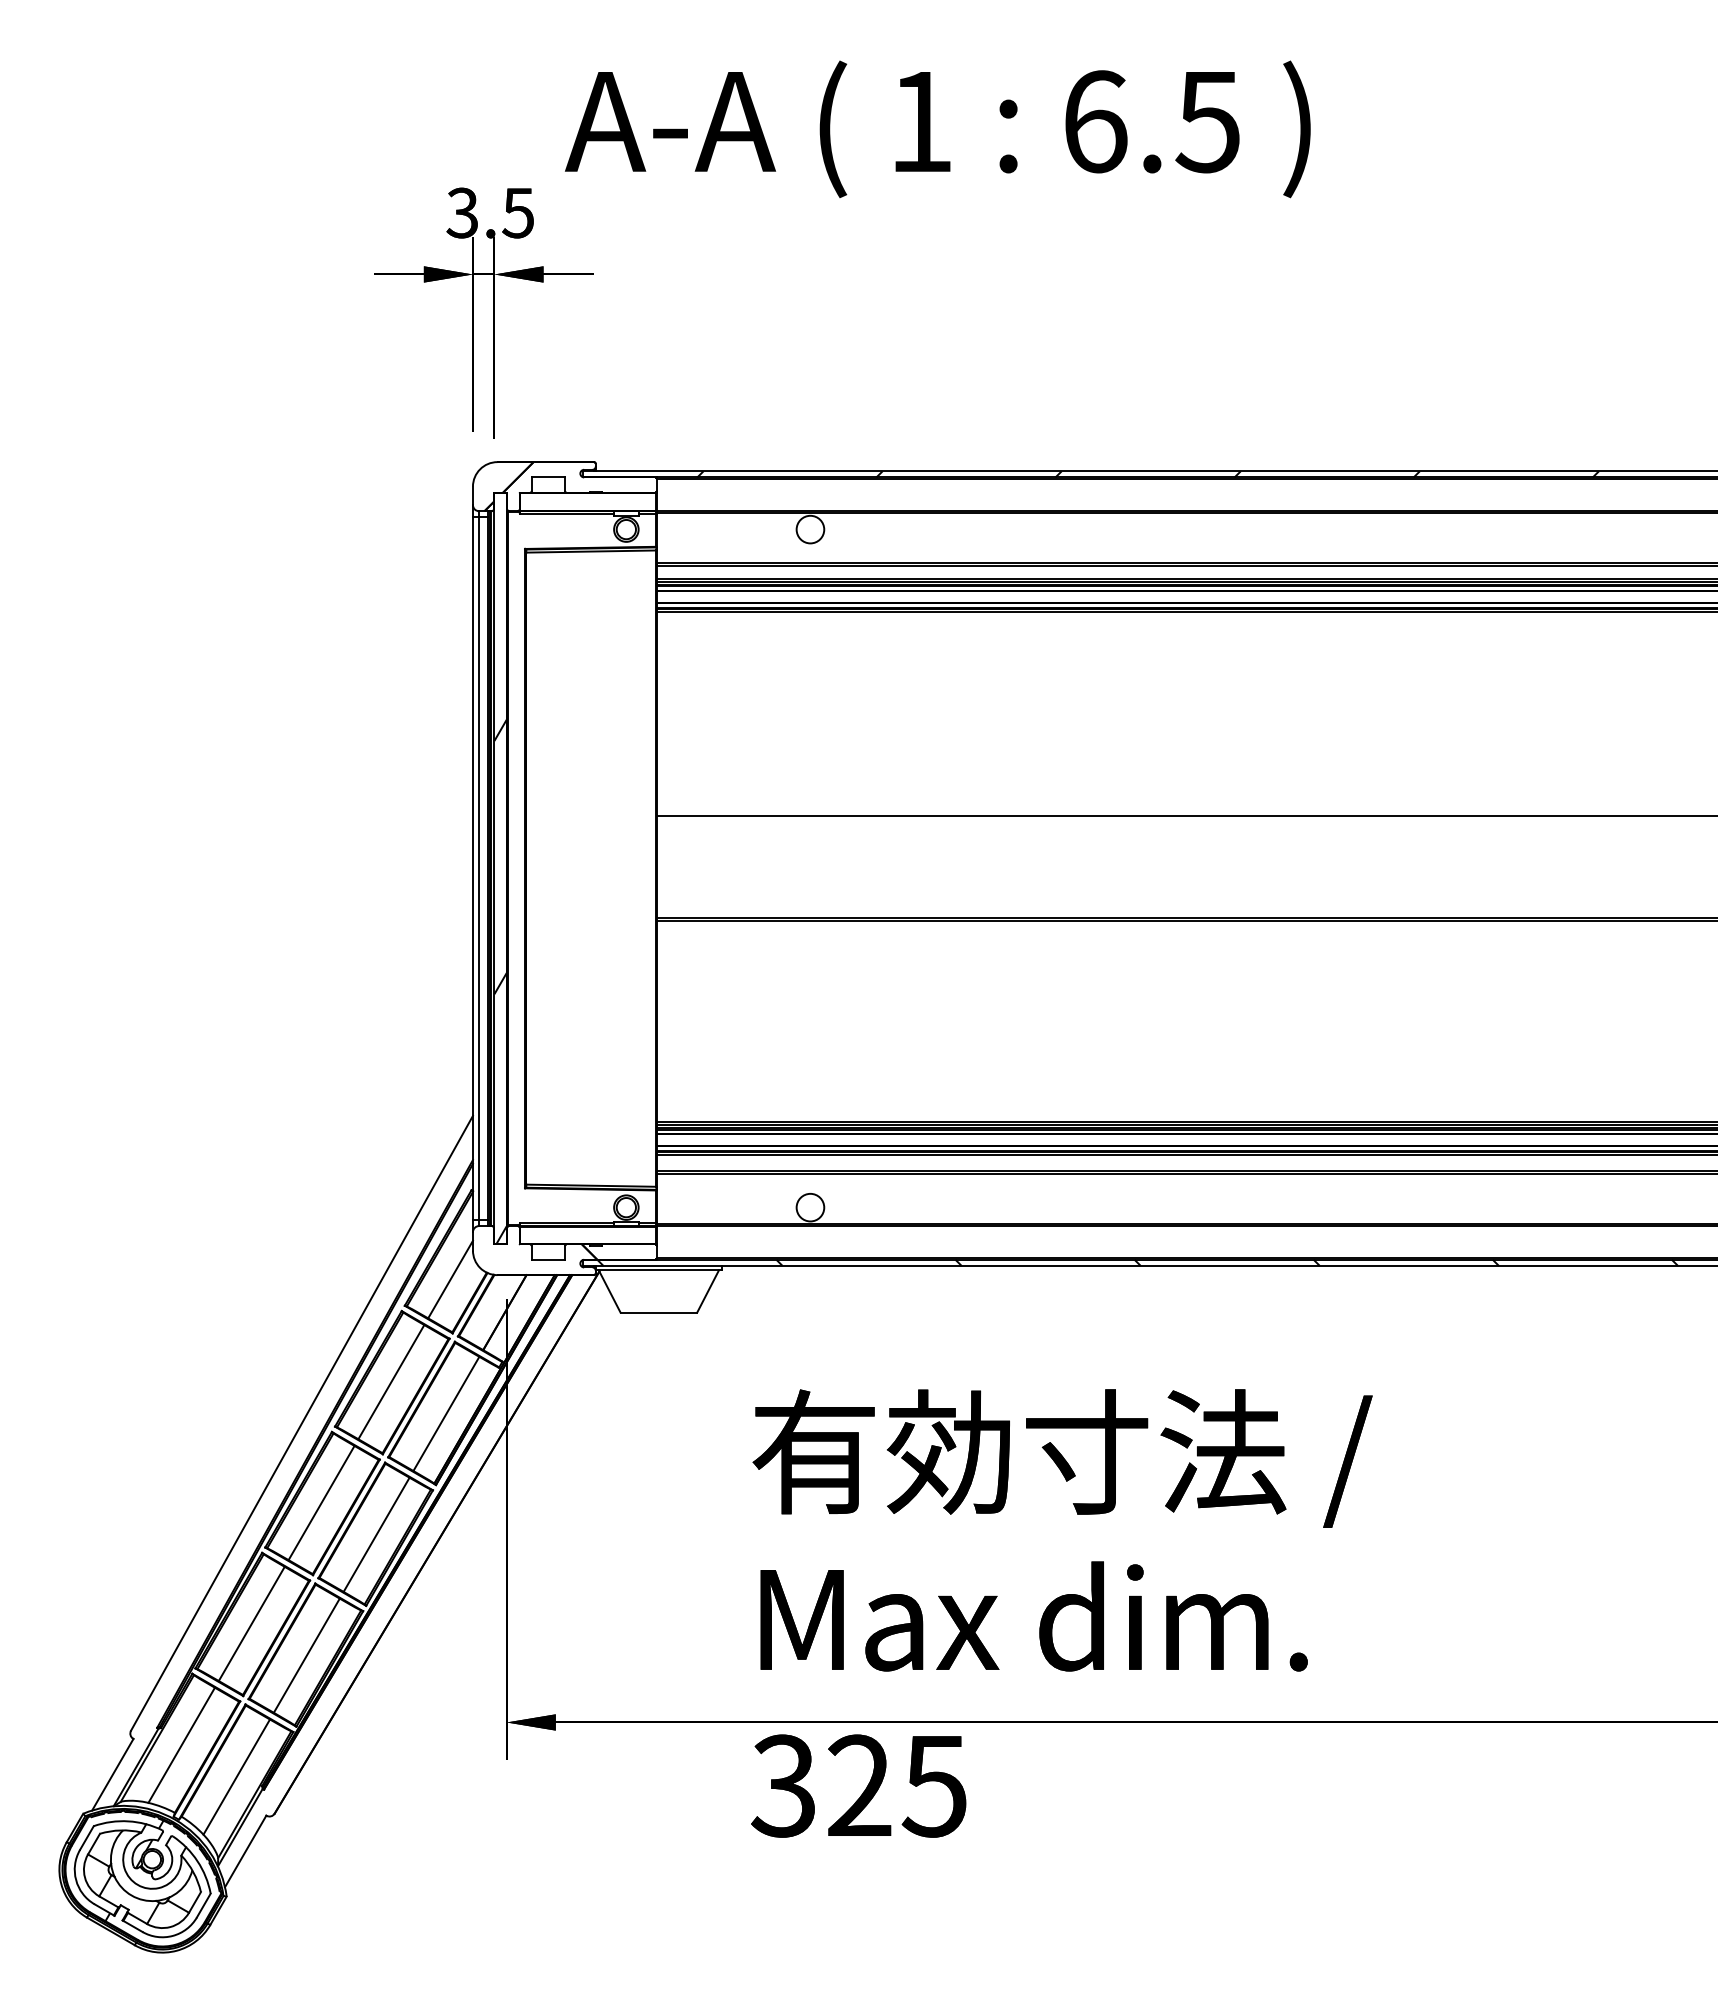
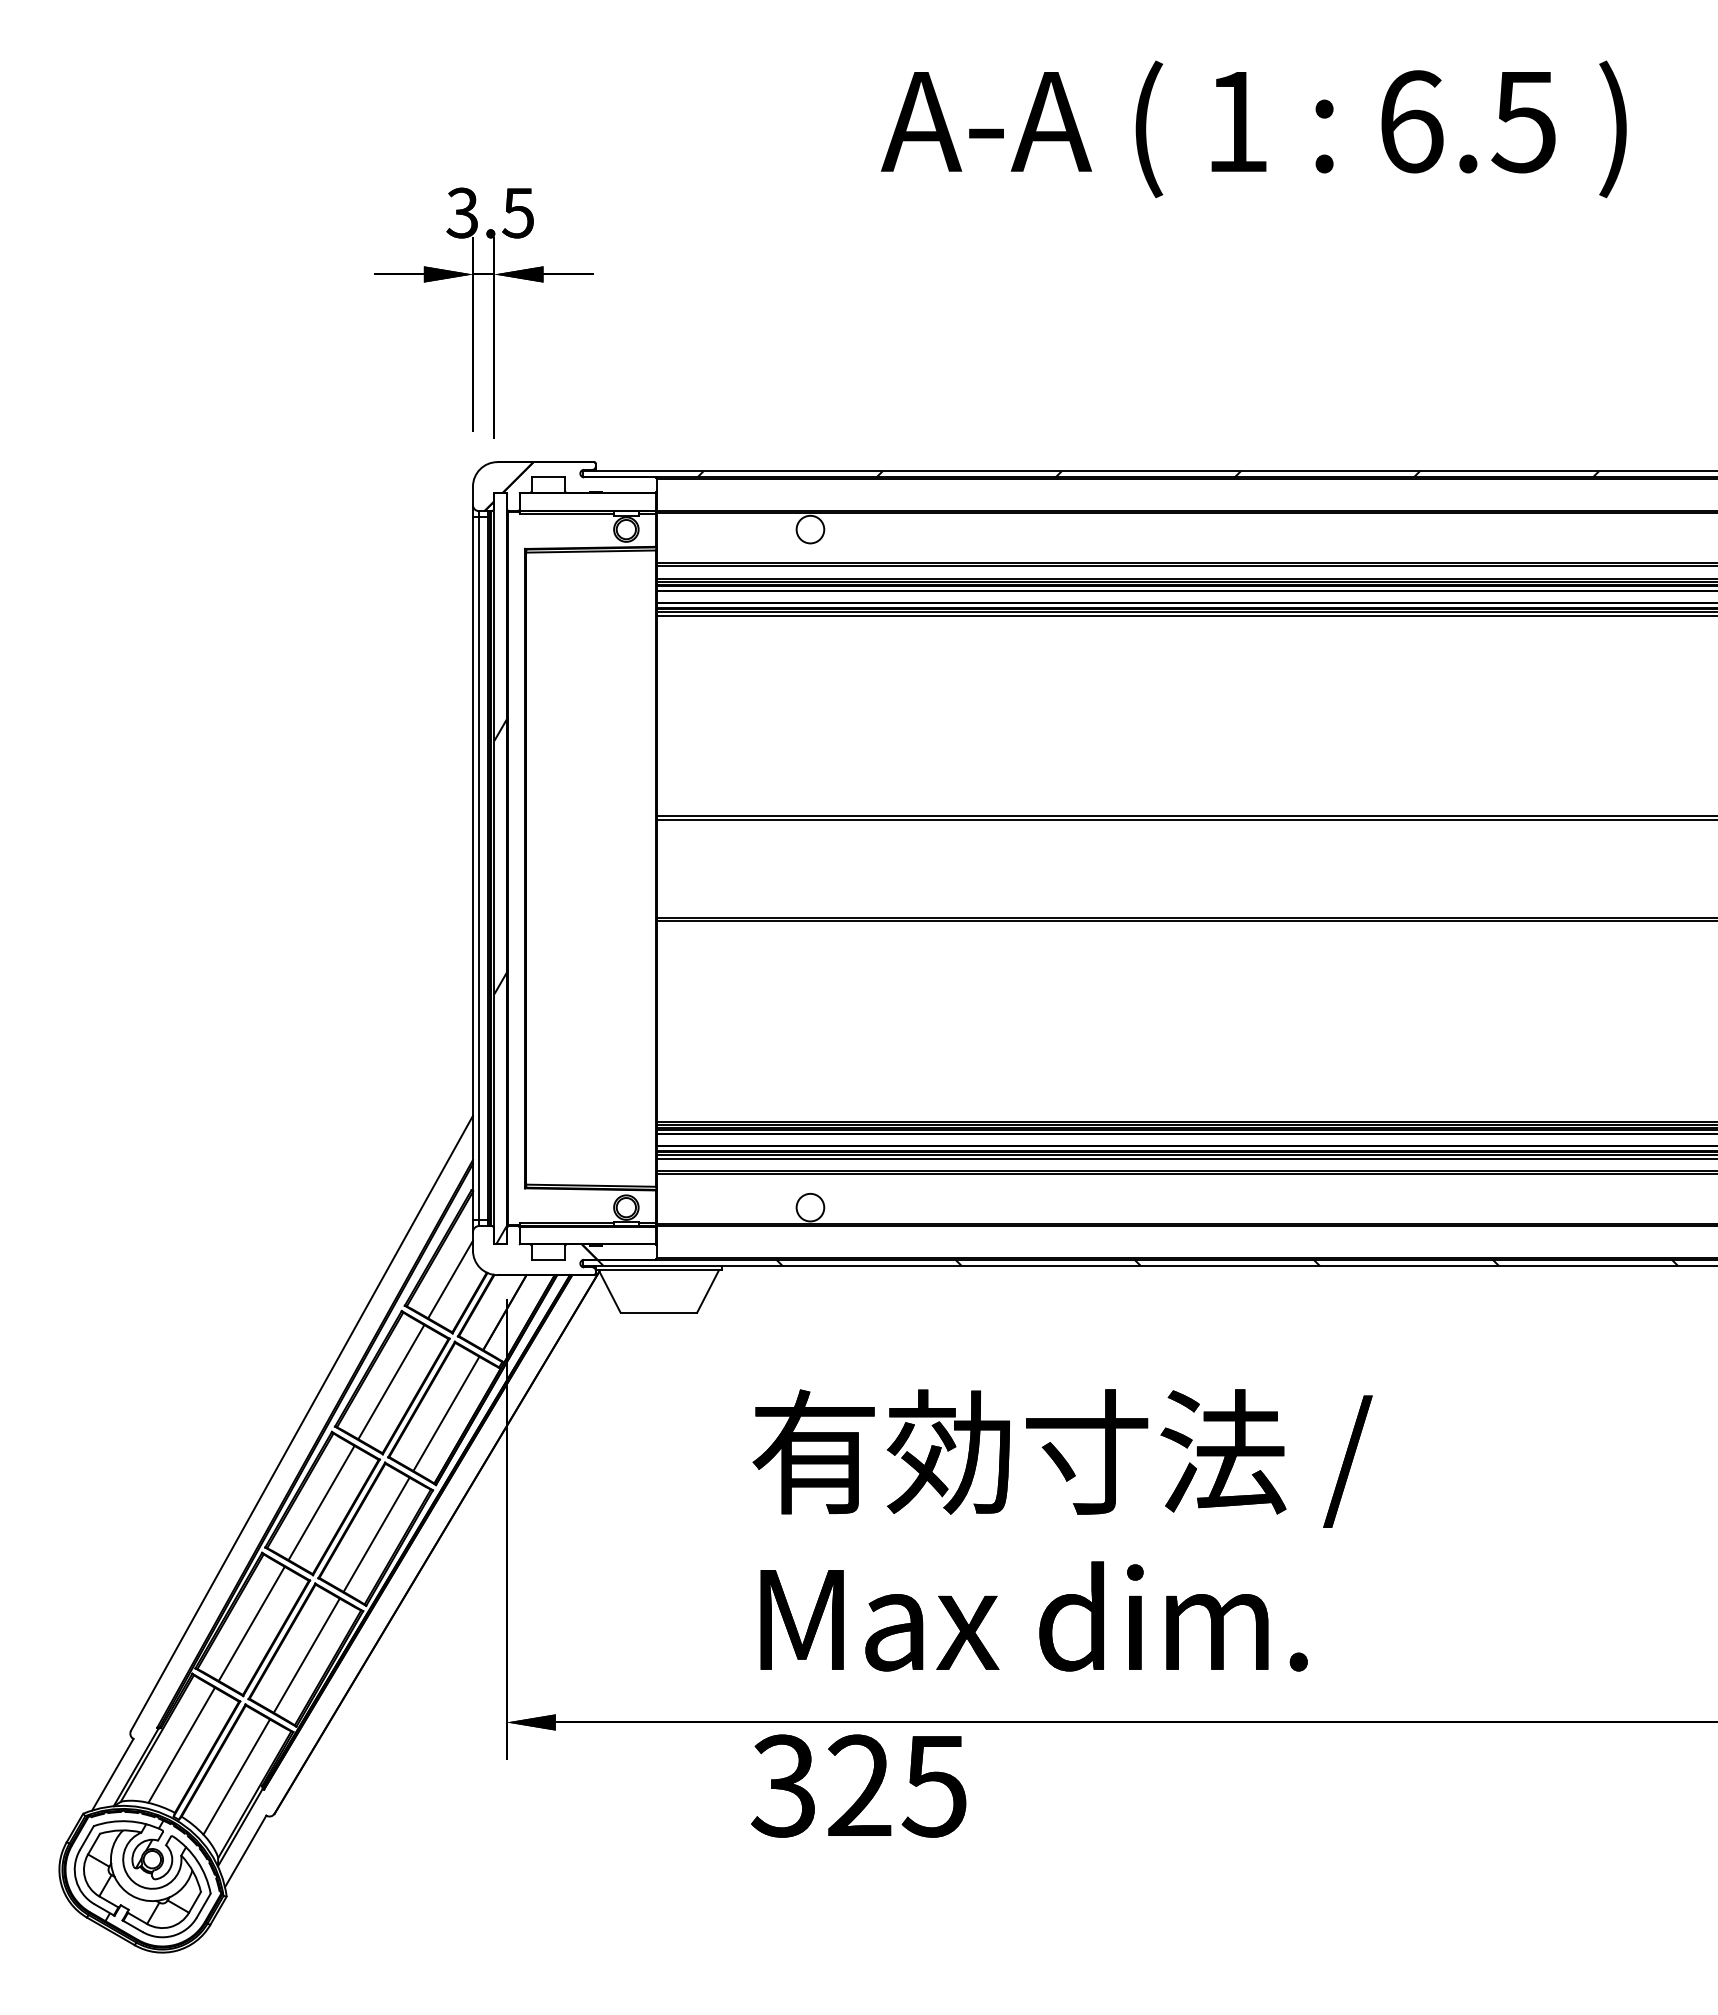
text at (937, 129) position: (937, 129) -> (1253, 129)
line at (1185, 615): none -> present
line at (1185, 819): none -> present
line at (1185, 1158): none -> present
